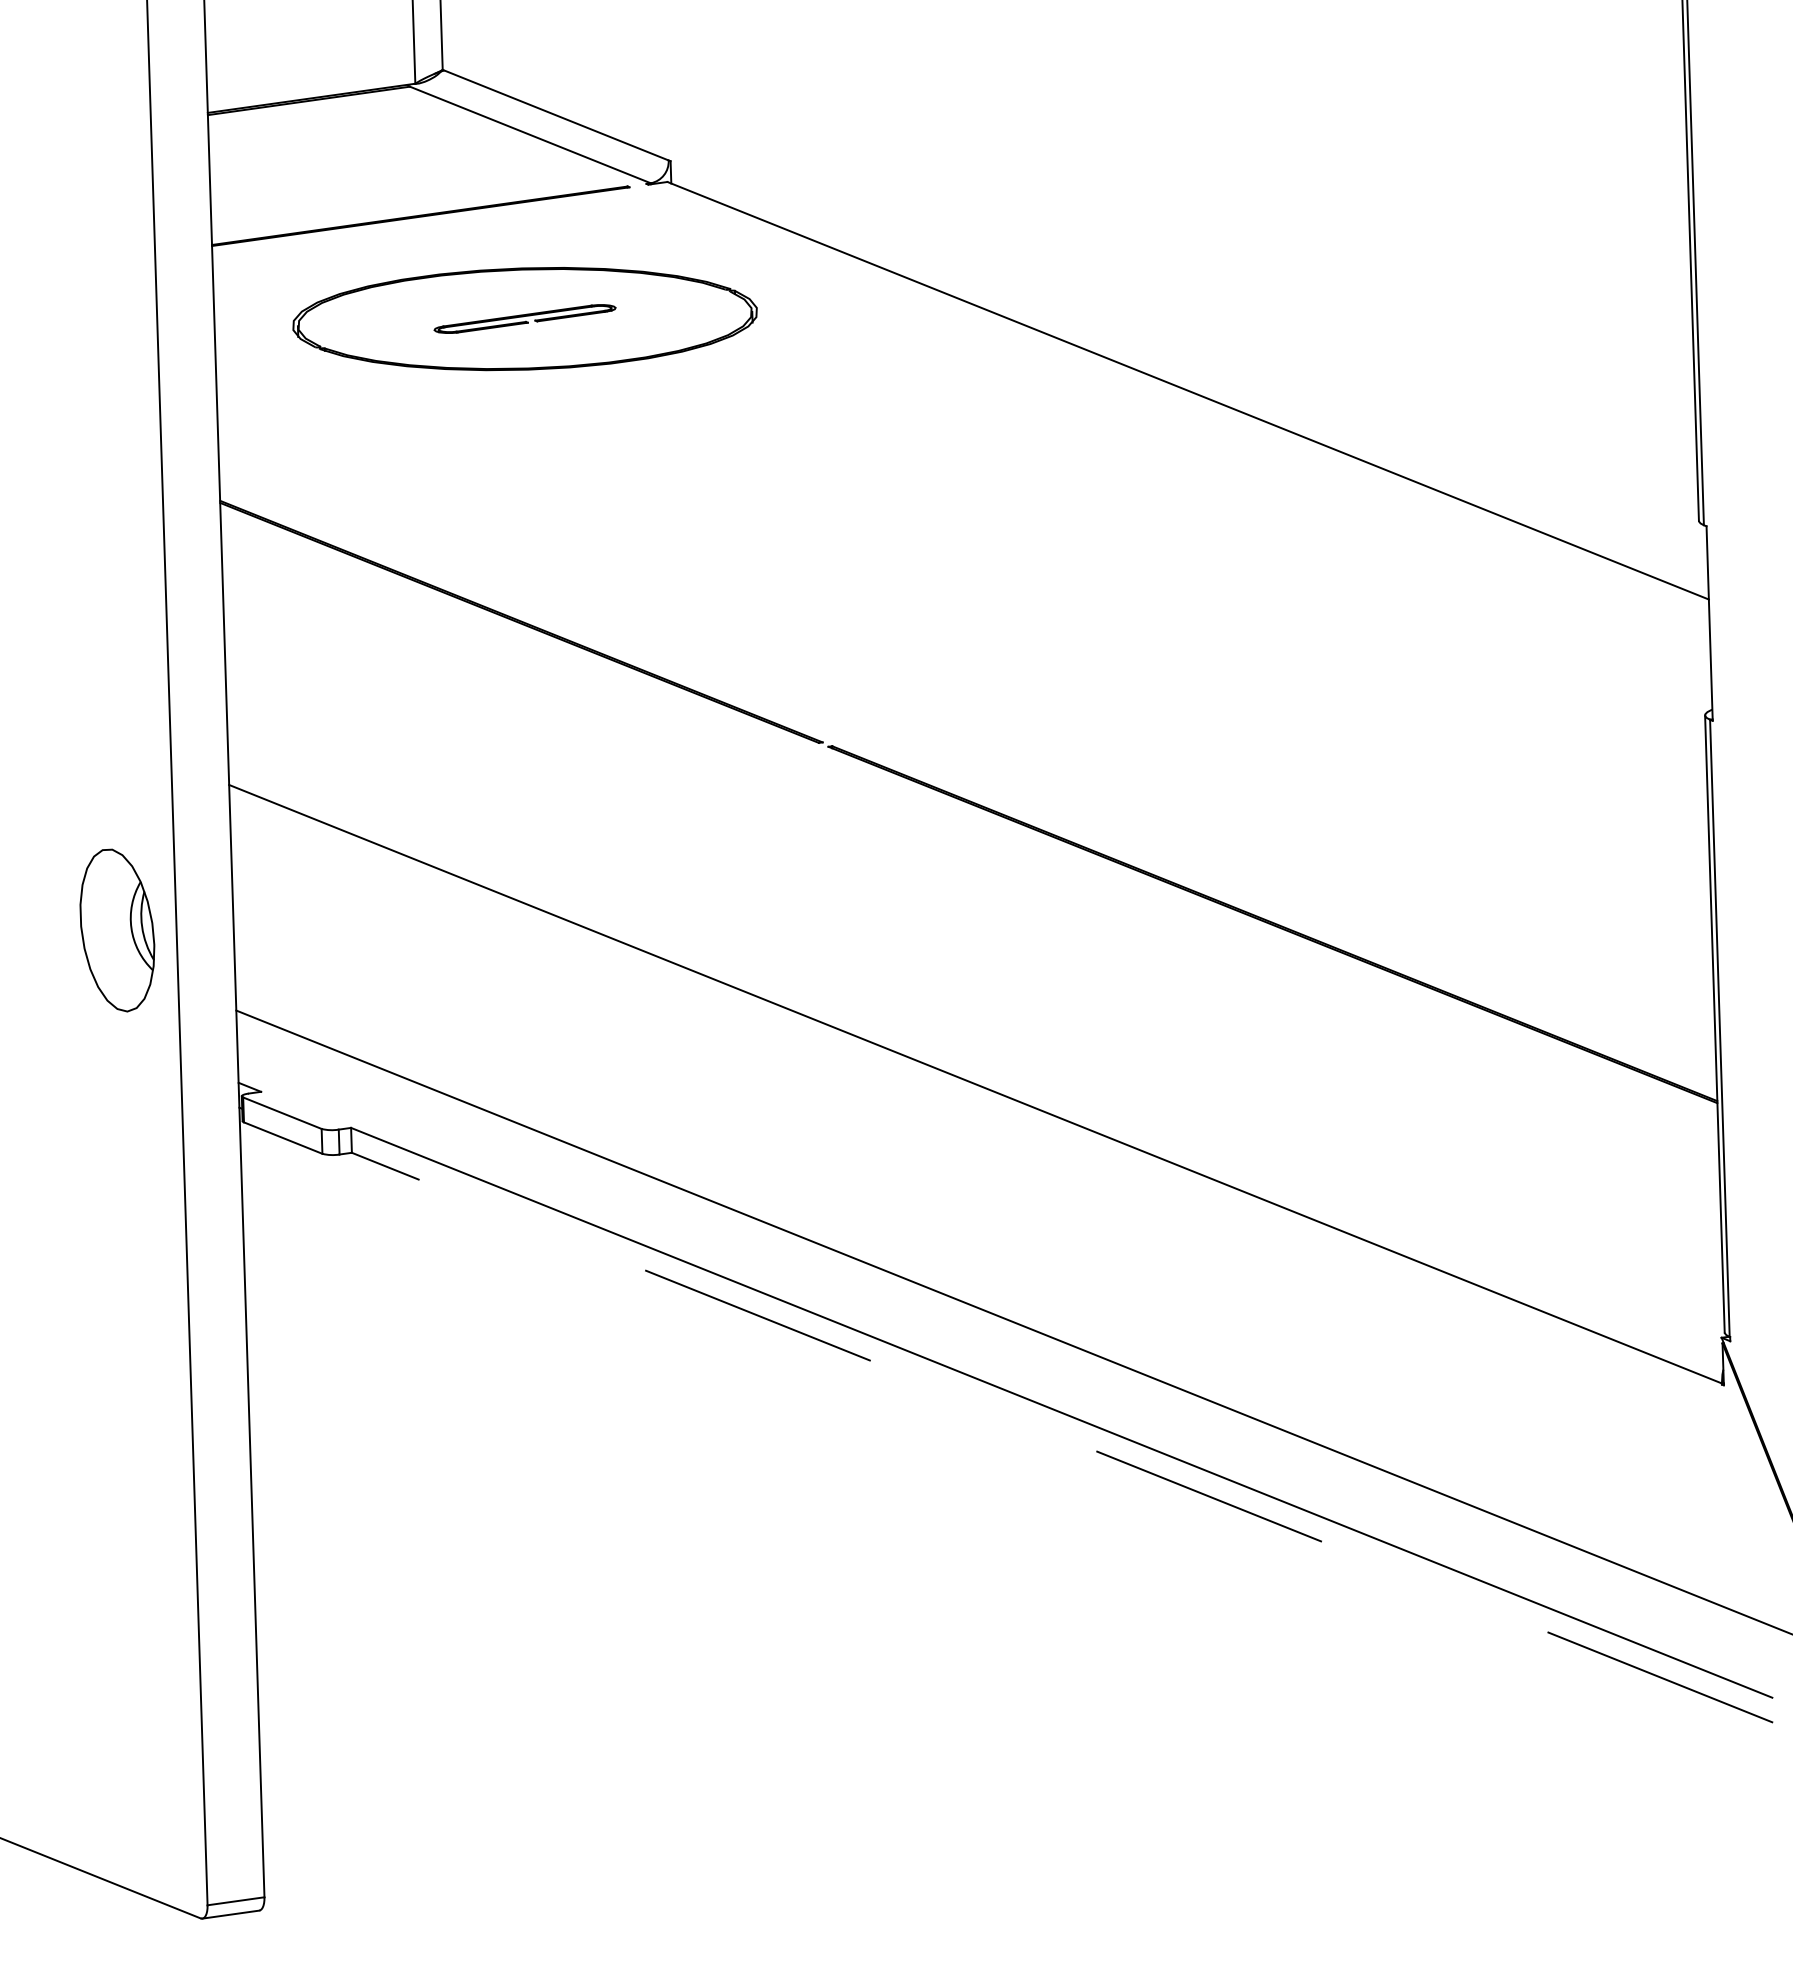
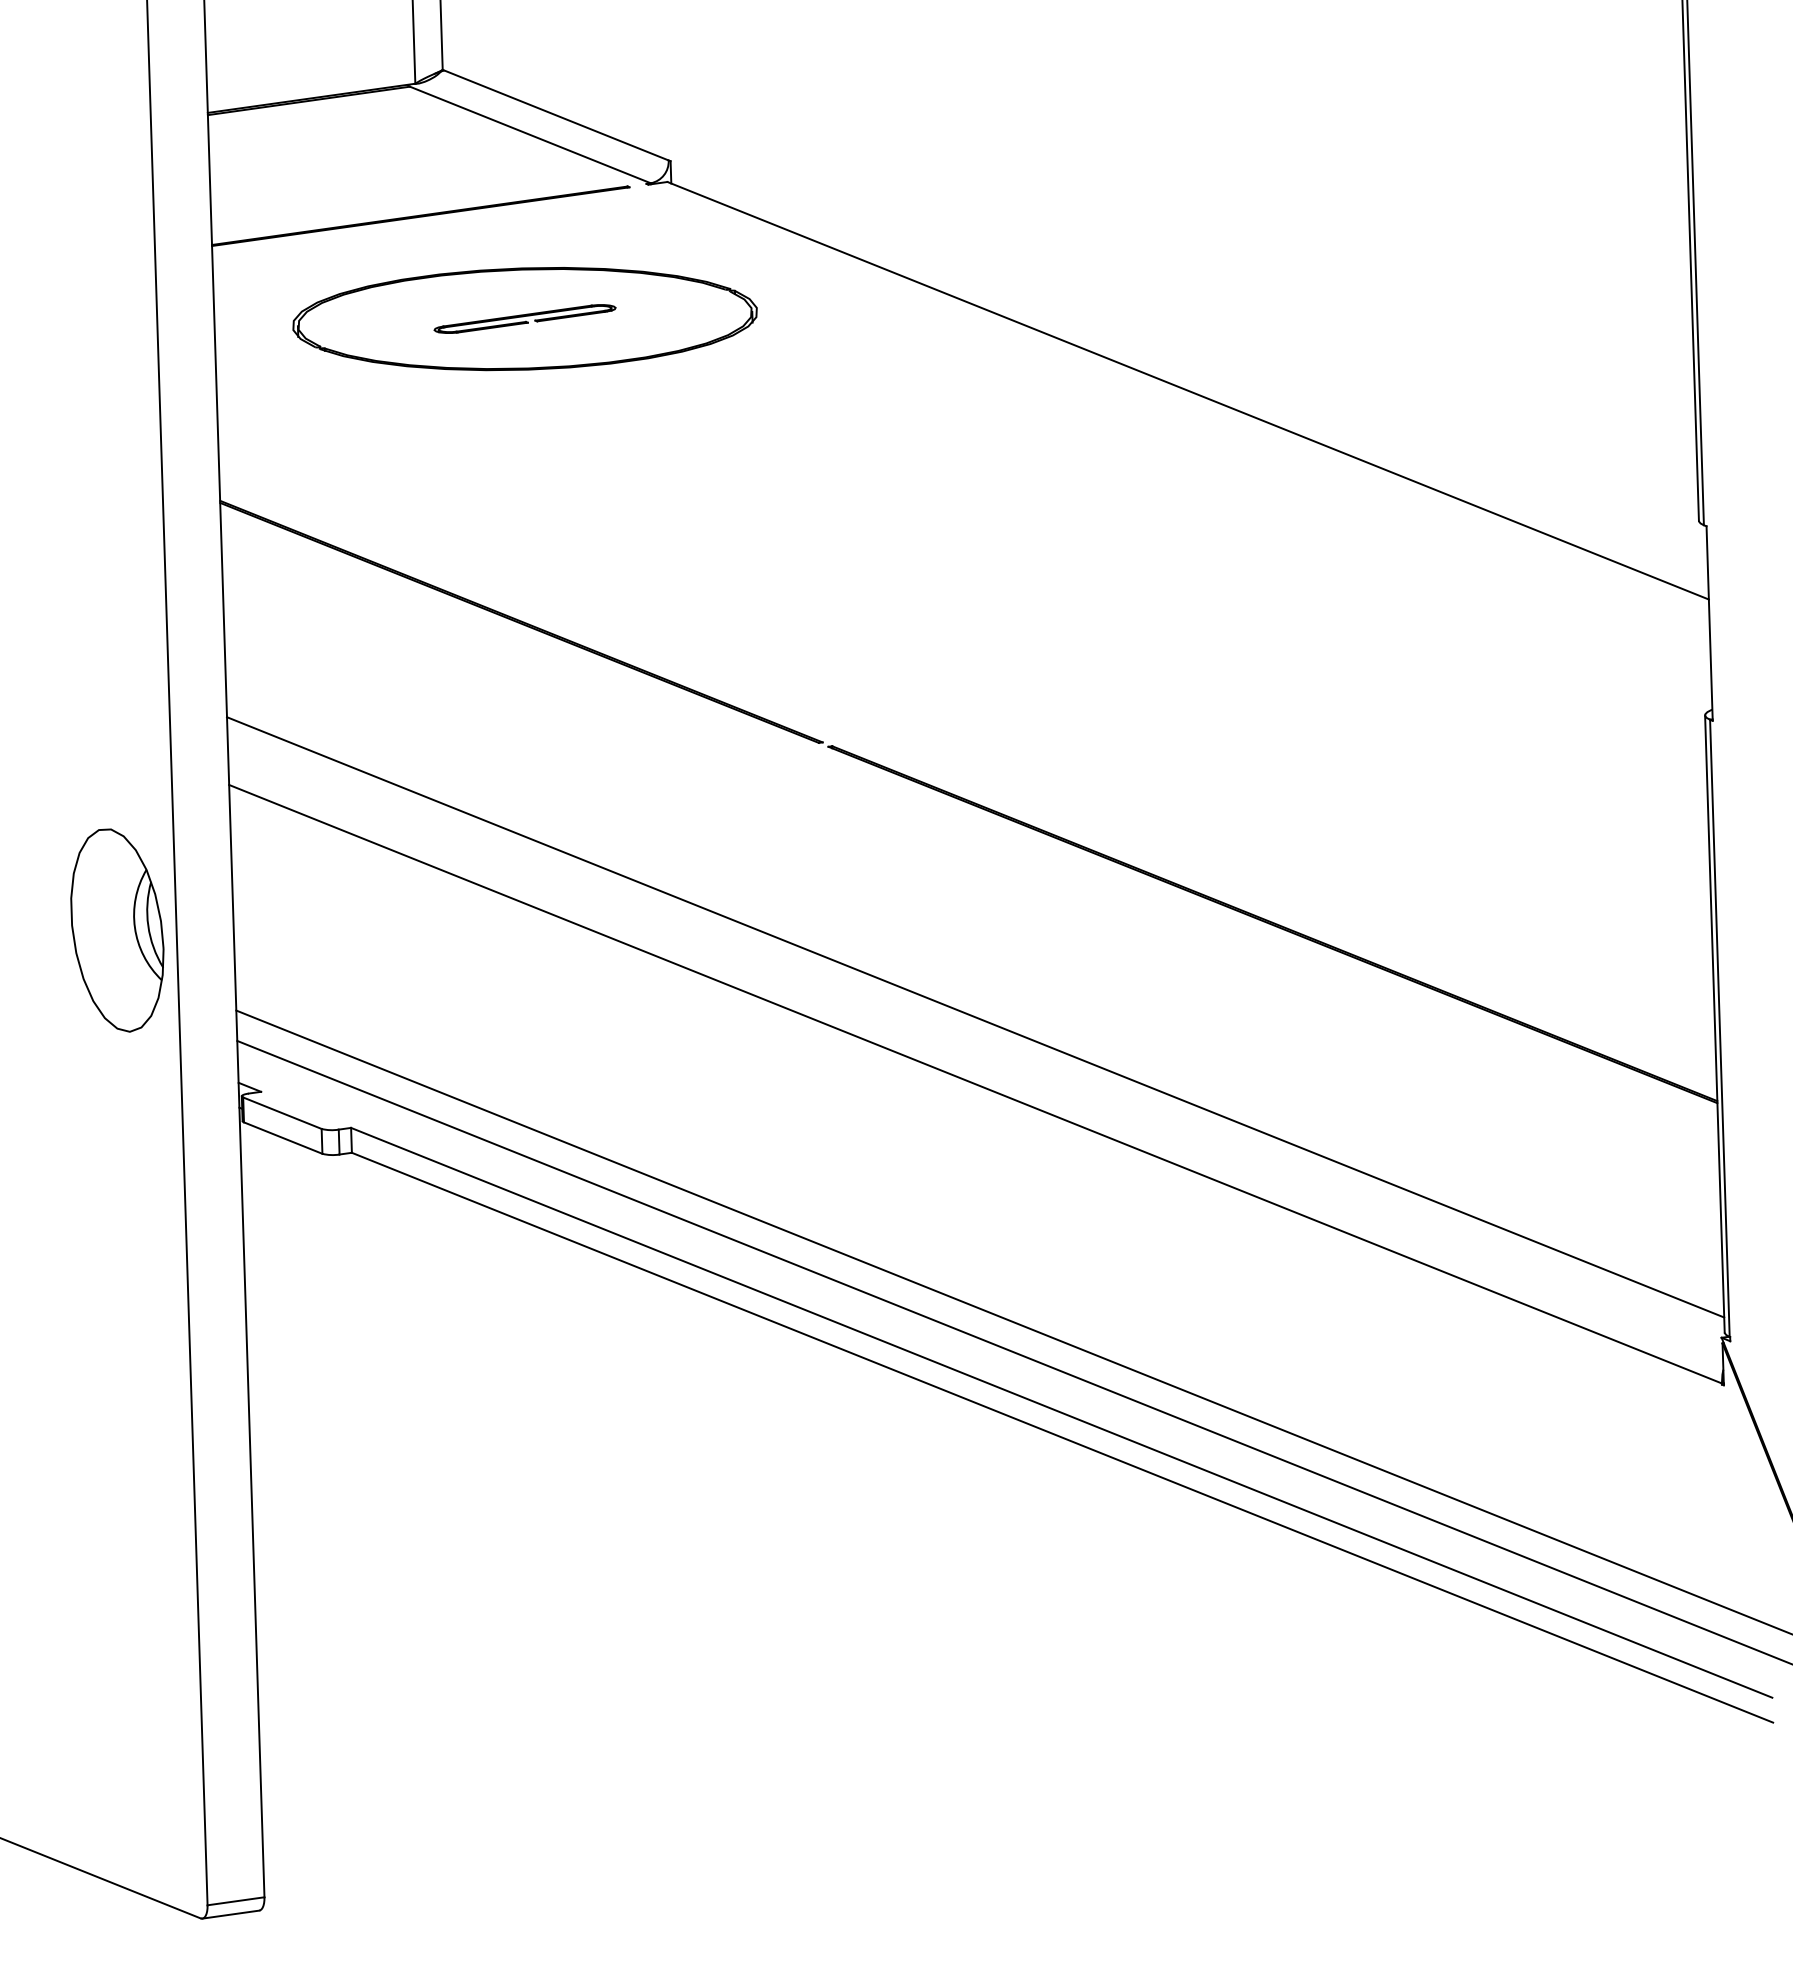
part at (117, 930) size: 77x165 px -> 95x205 px
line at (975, 1017): none -> present
line at (1013, 1351): none -> present
line at (1062, 1437): dashed -> solid
